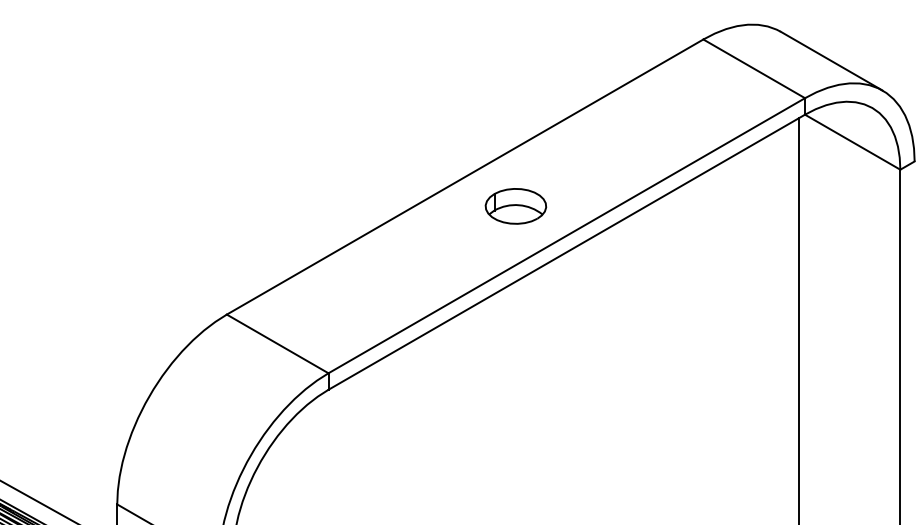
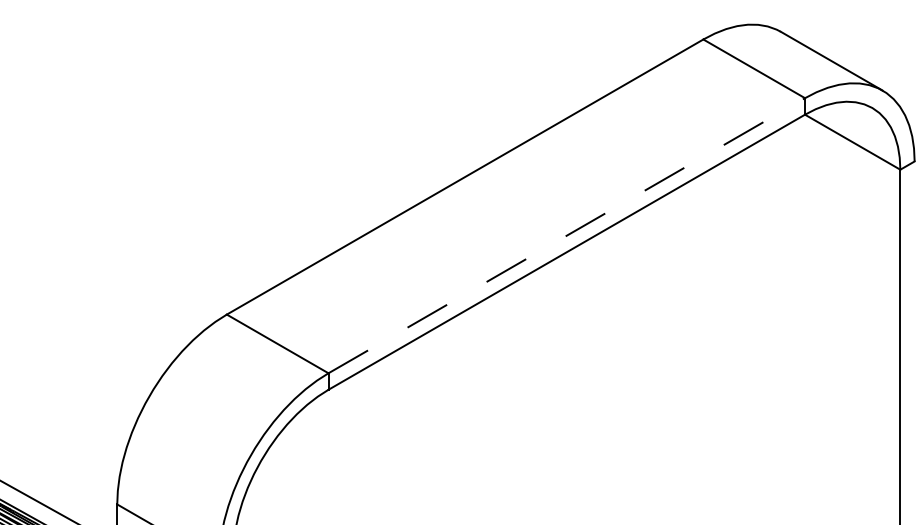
part at (515, 206): present -> none
line at (567, 235): solid -> dashed
line at (798, 319): present -> none
